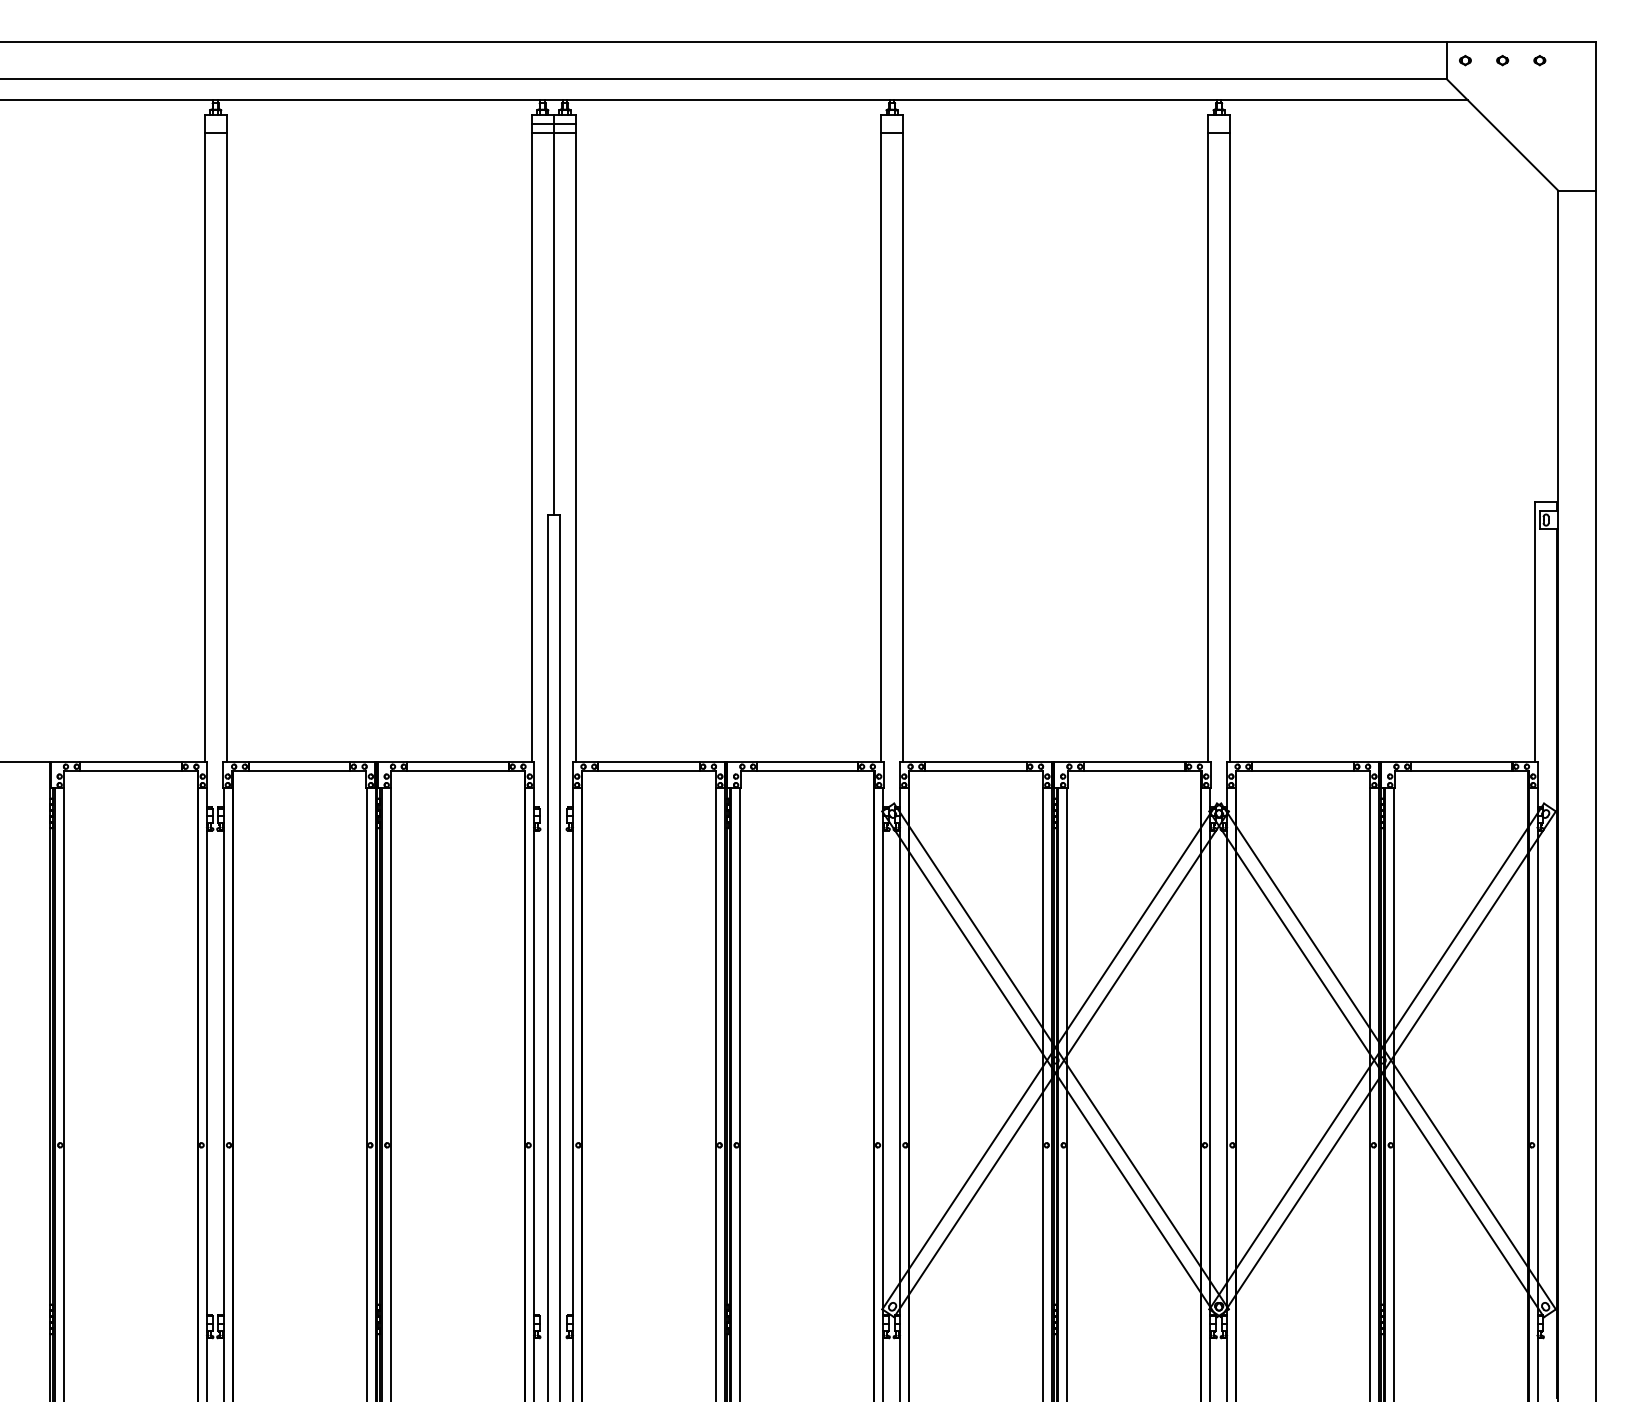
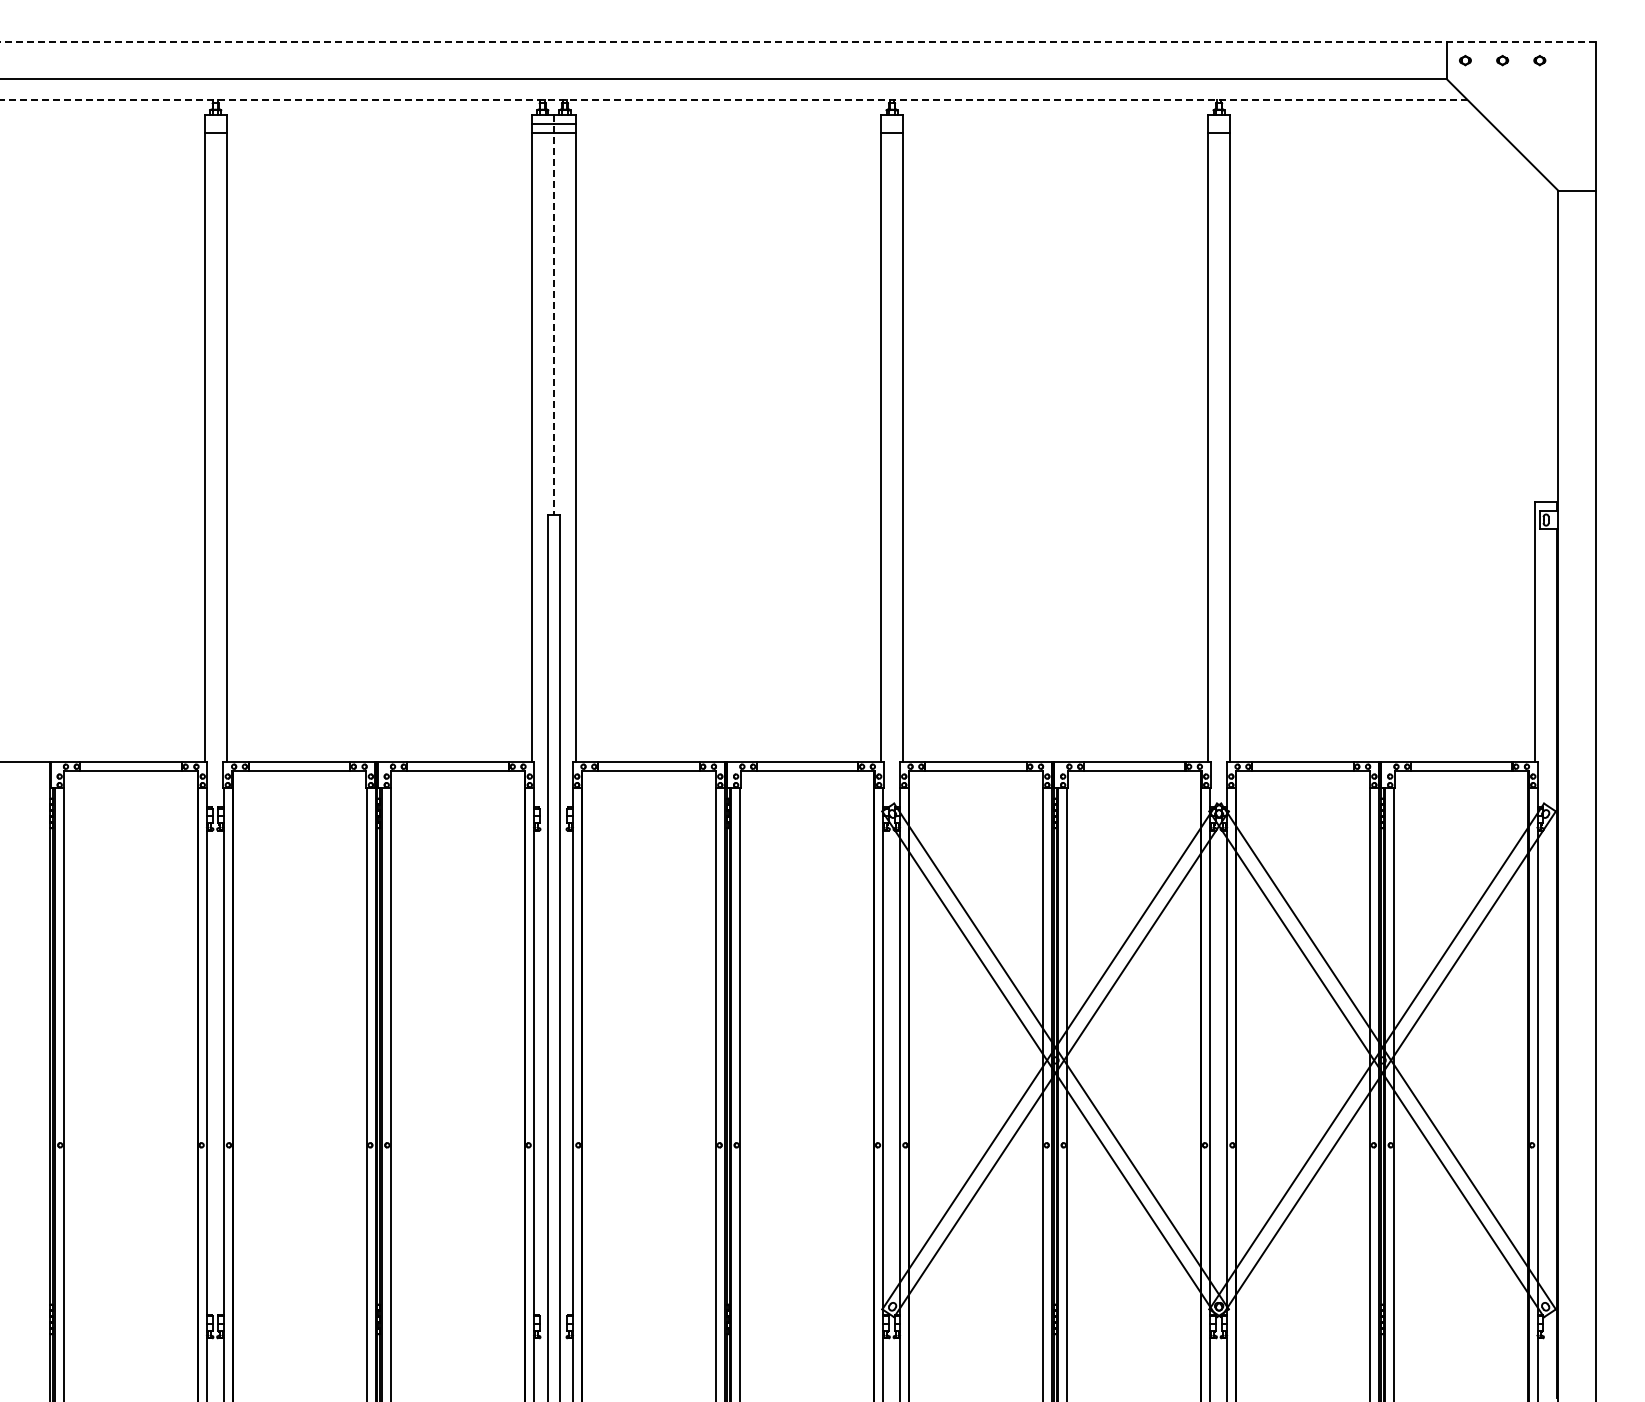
line at (797, 42): solid -> dashed
line at (734, 100): solid -> dashed
line at (553, 314): solid -> dashed
